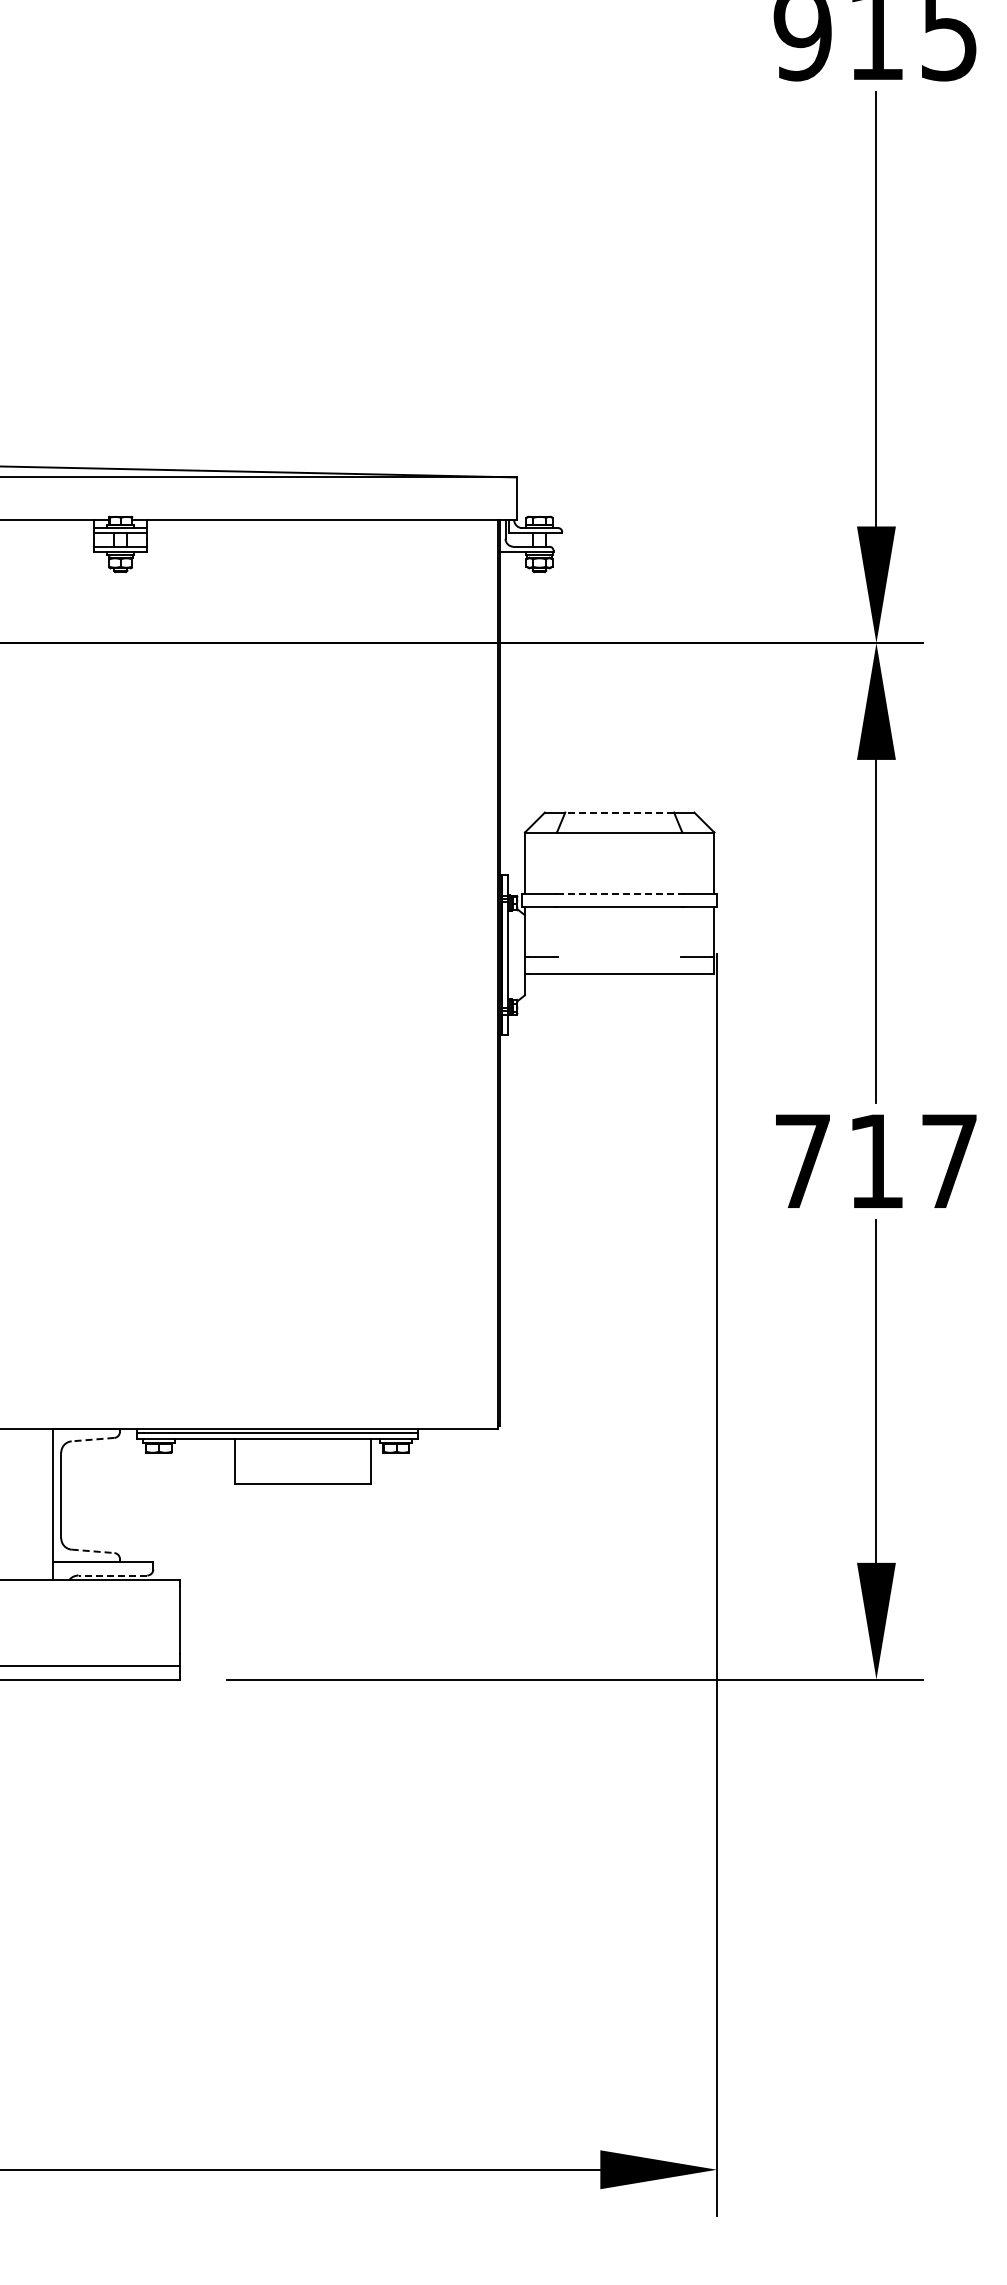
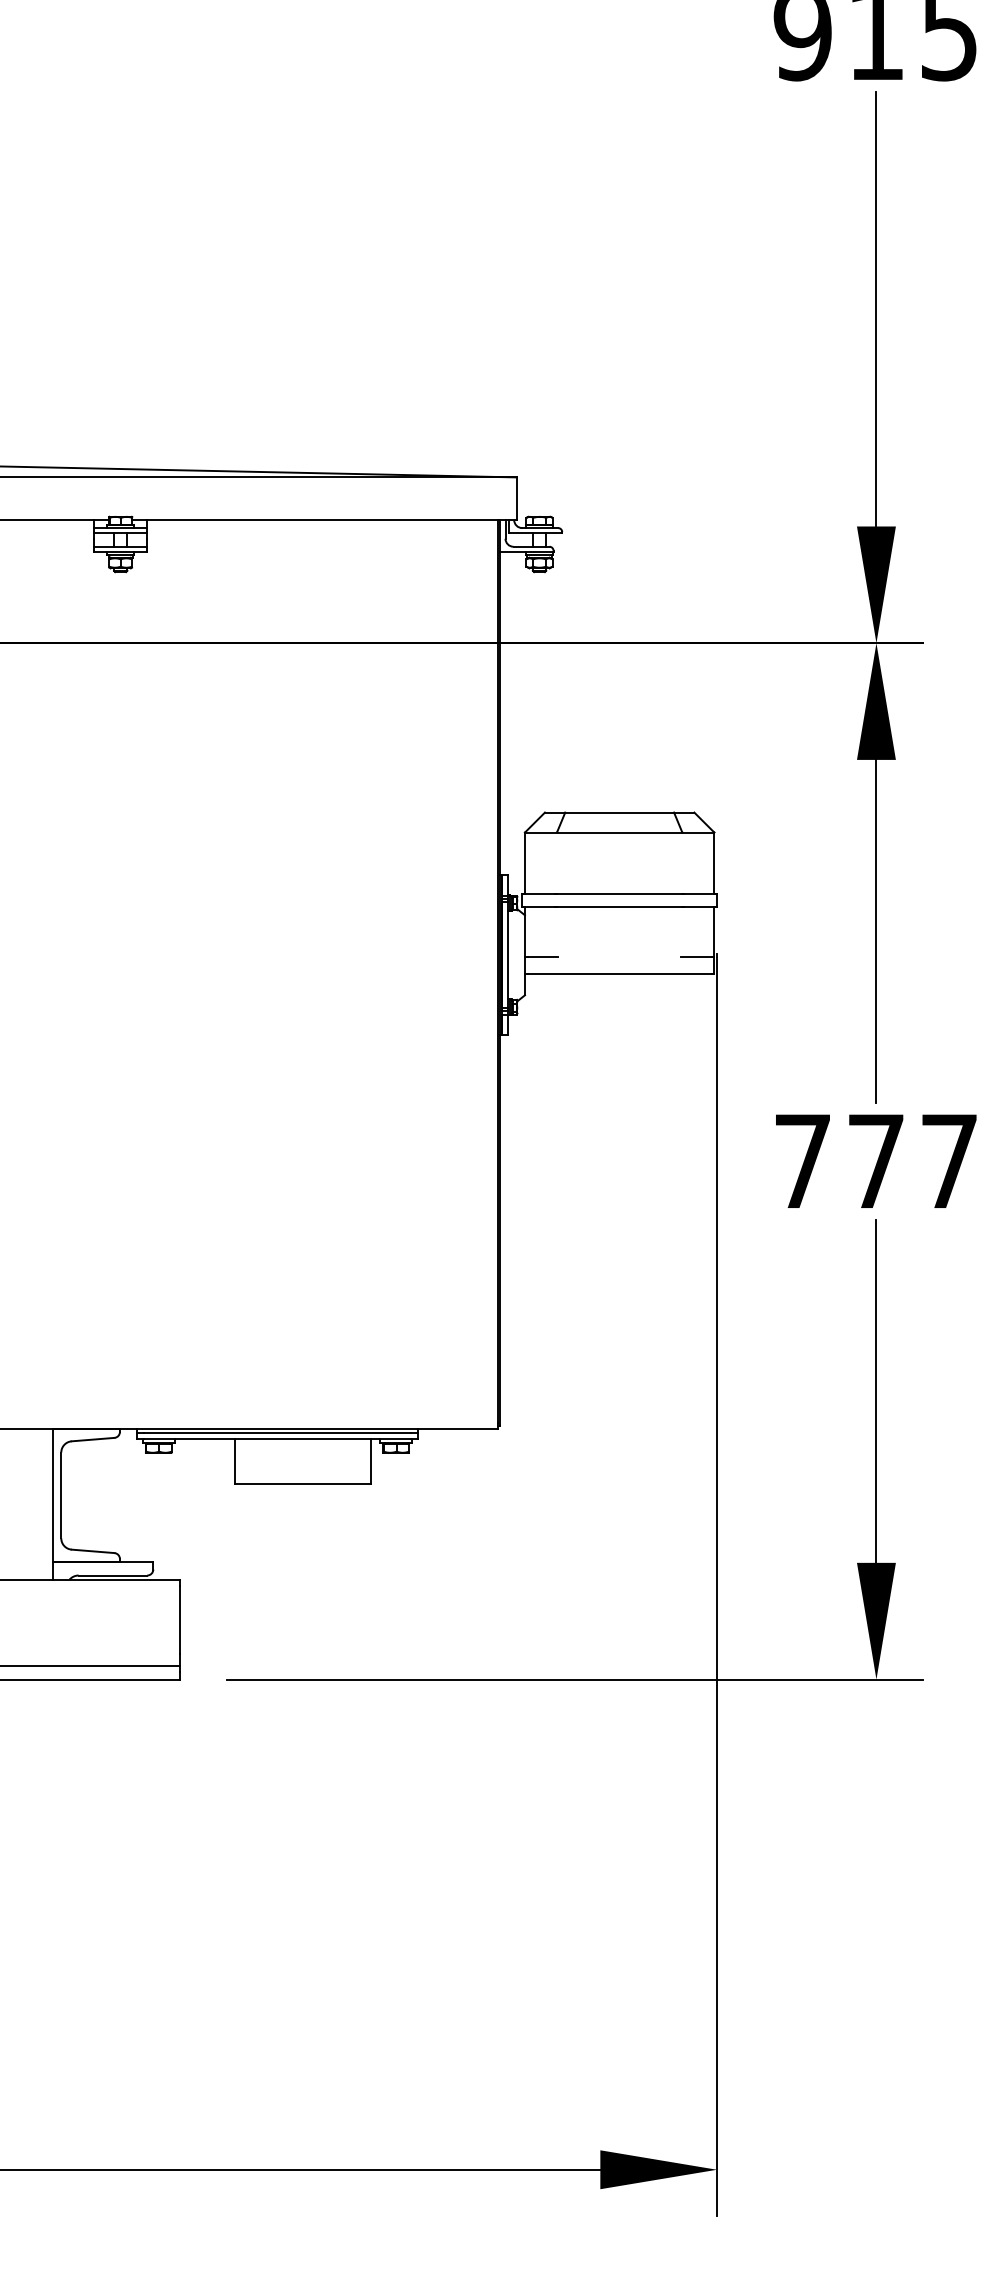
line at (619, 812): dashed -> solid
line at (619, 893): dashed -> solid
text at (876, 1160): 717 -> 777
line at (92, 1439): dashed -> solid
line at (93, 1551): dashed -> solid
line at (112, 1575): dashed -> solid
